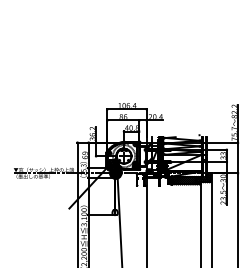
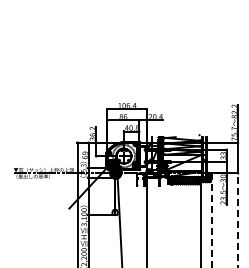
line at (212, 220): solid -> dashed
line at (238, 220): solid -> dashed
